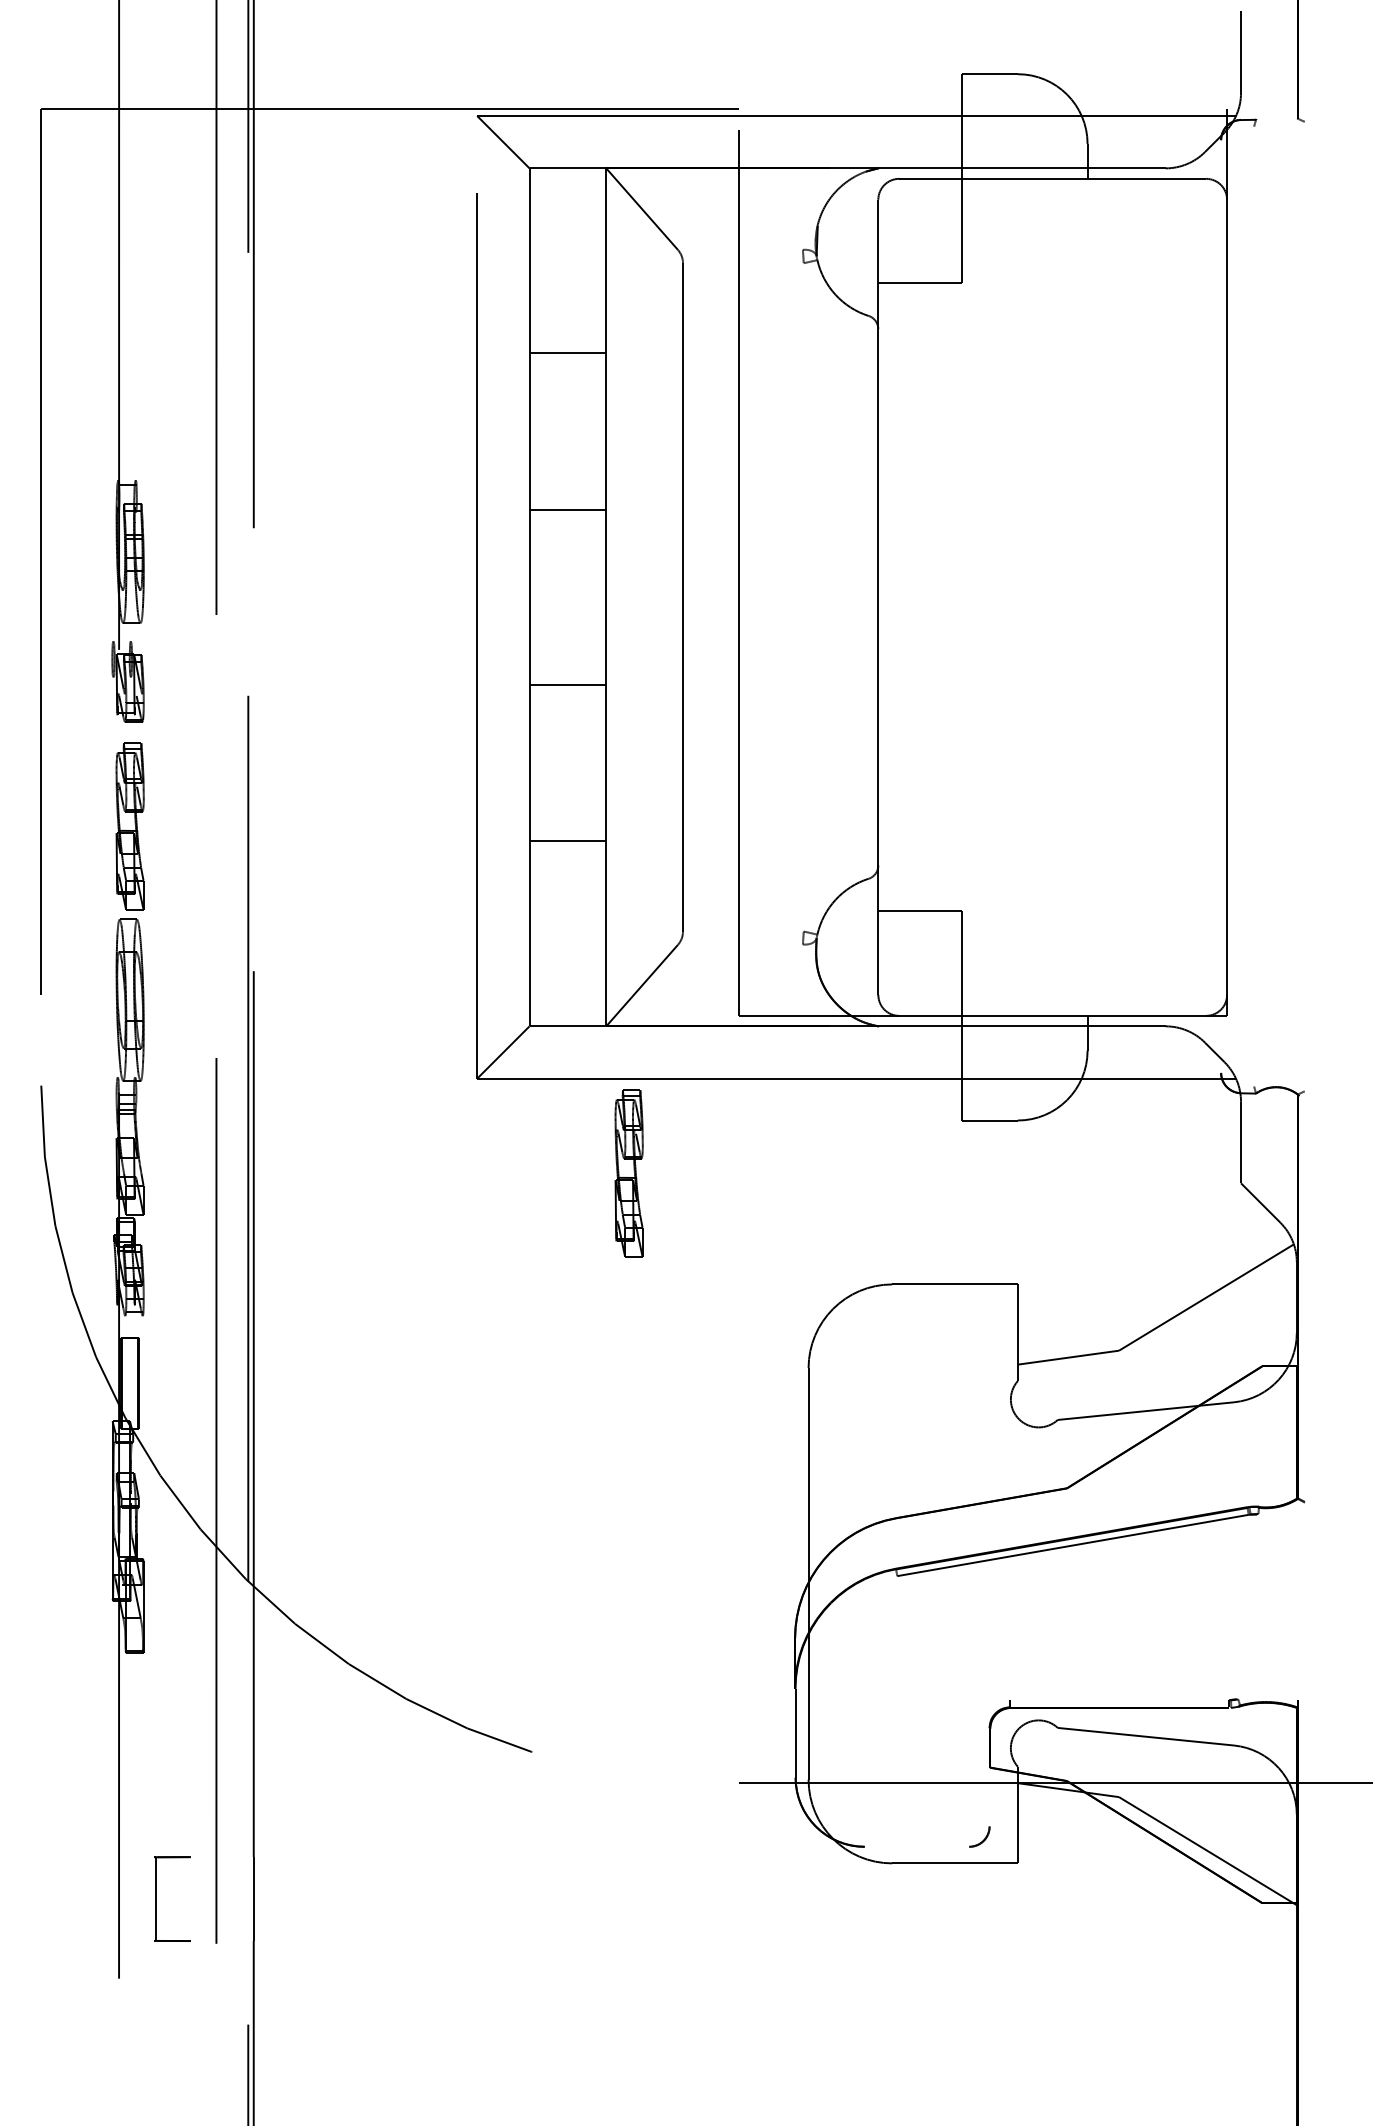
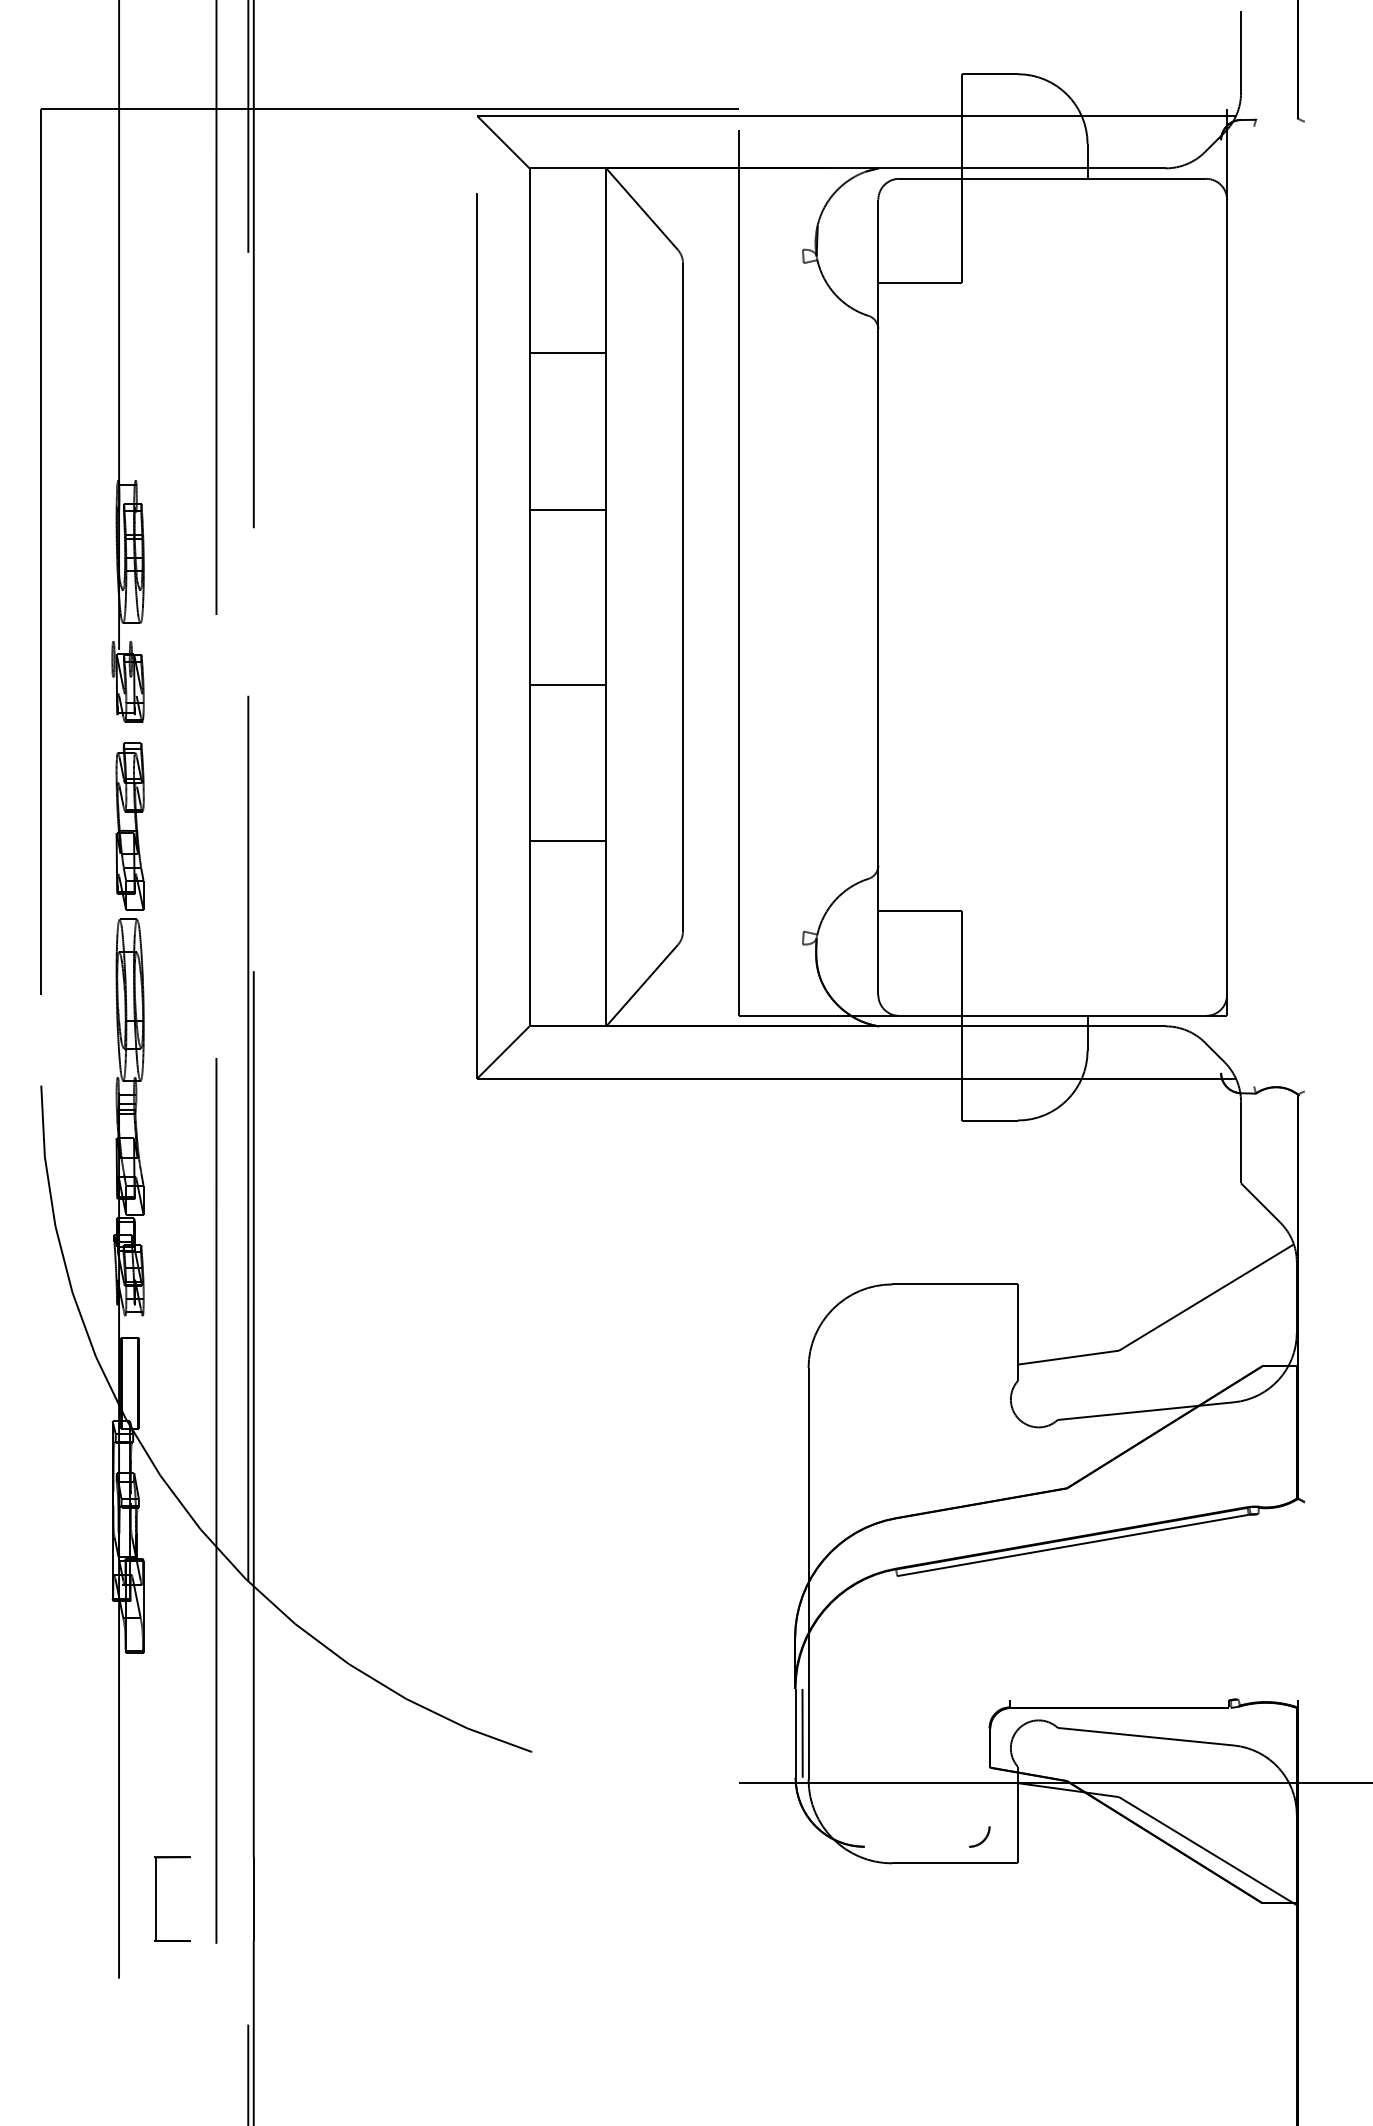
part at (628, 1173): present -> none
line at (802, 1732): none -> present
